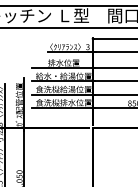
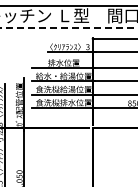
line at (69, 28): solid -> dashed
